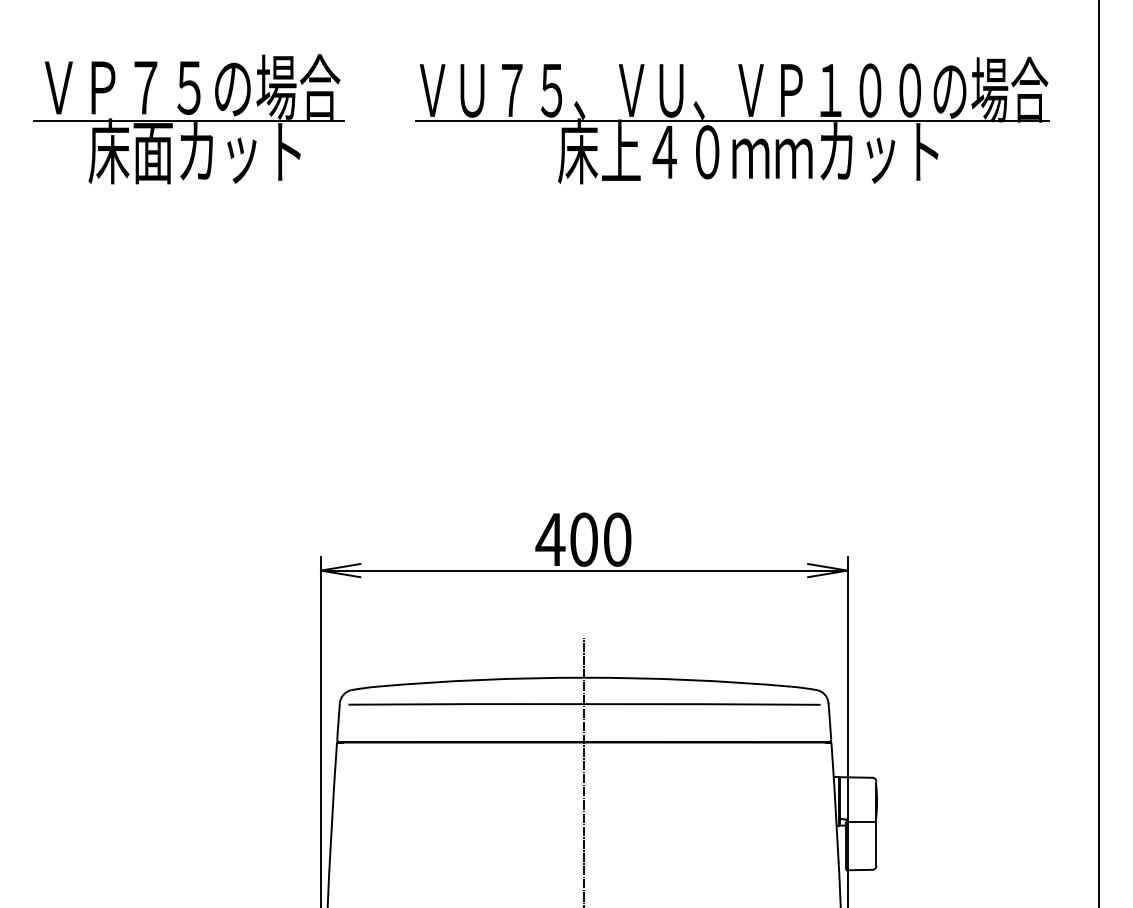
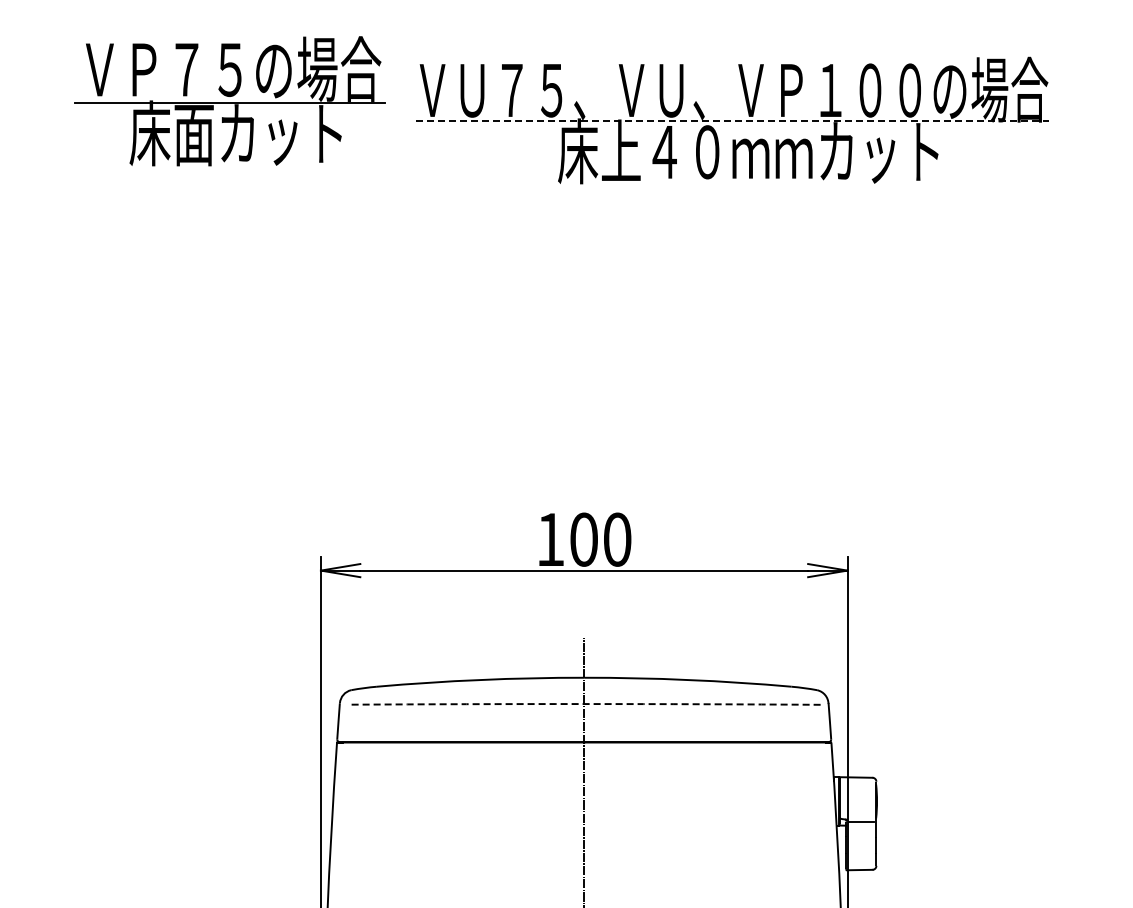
part at (188, 119) position: (188, 119) -> (229, 101)
line at (733, 121): solid -> dashed
line at (1099, 453): present -> none
text at (550, 539): 400 -> 100
arc at (584, 704): solid -> dashed
